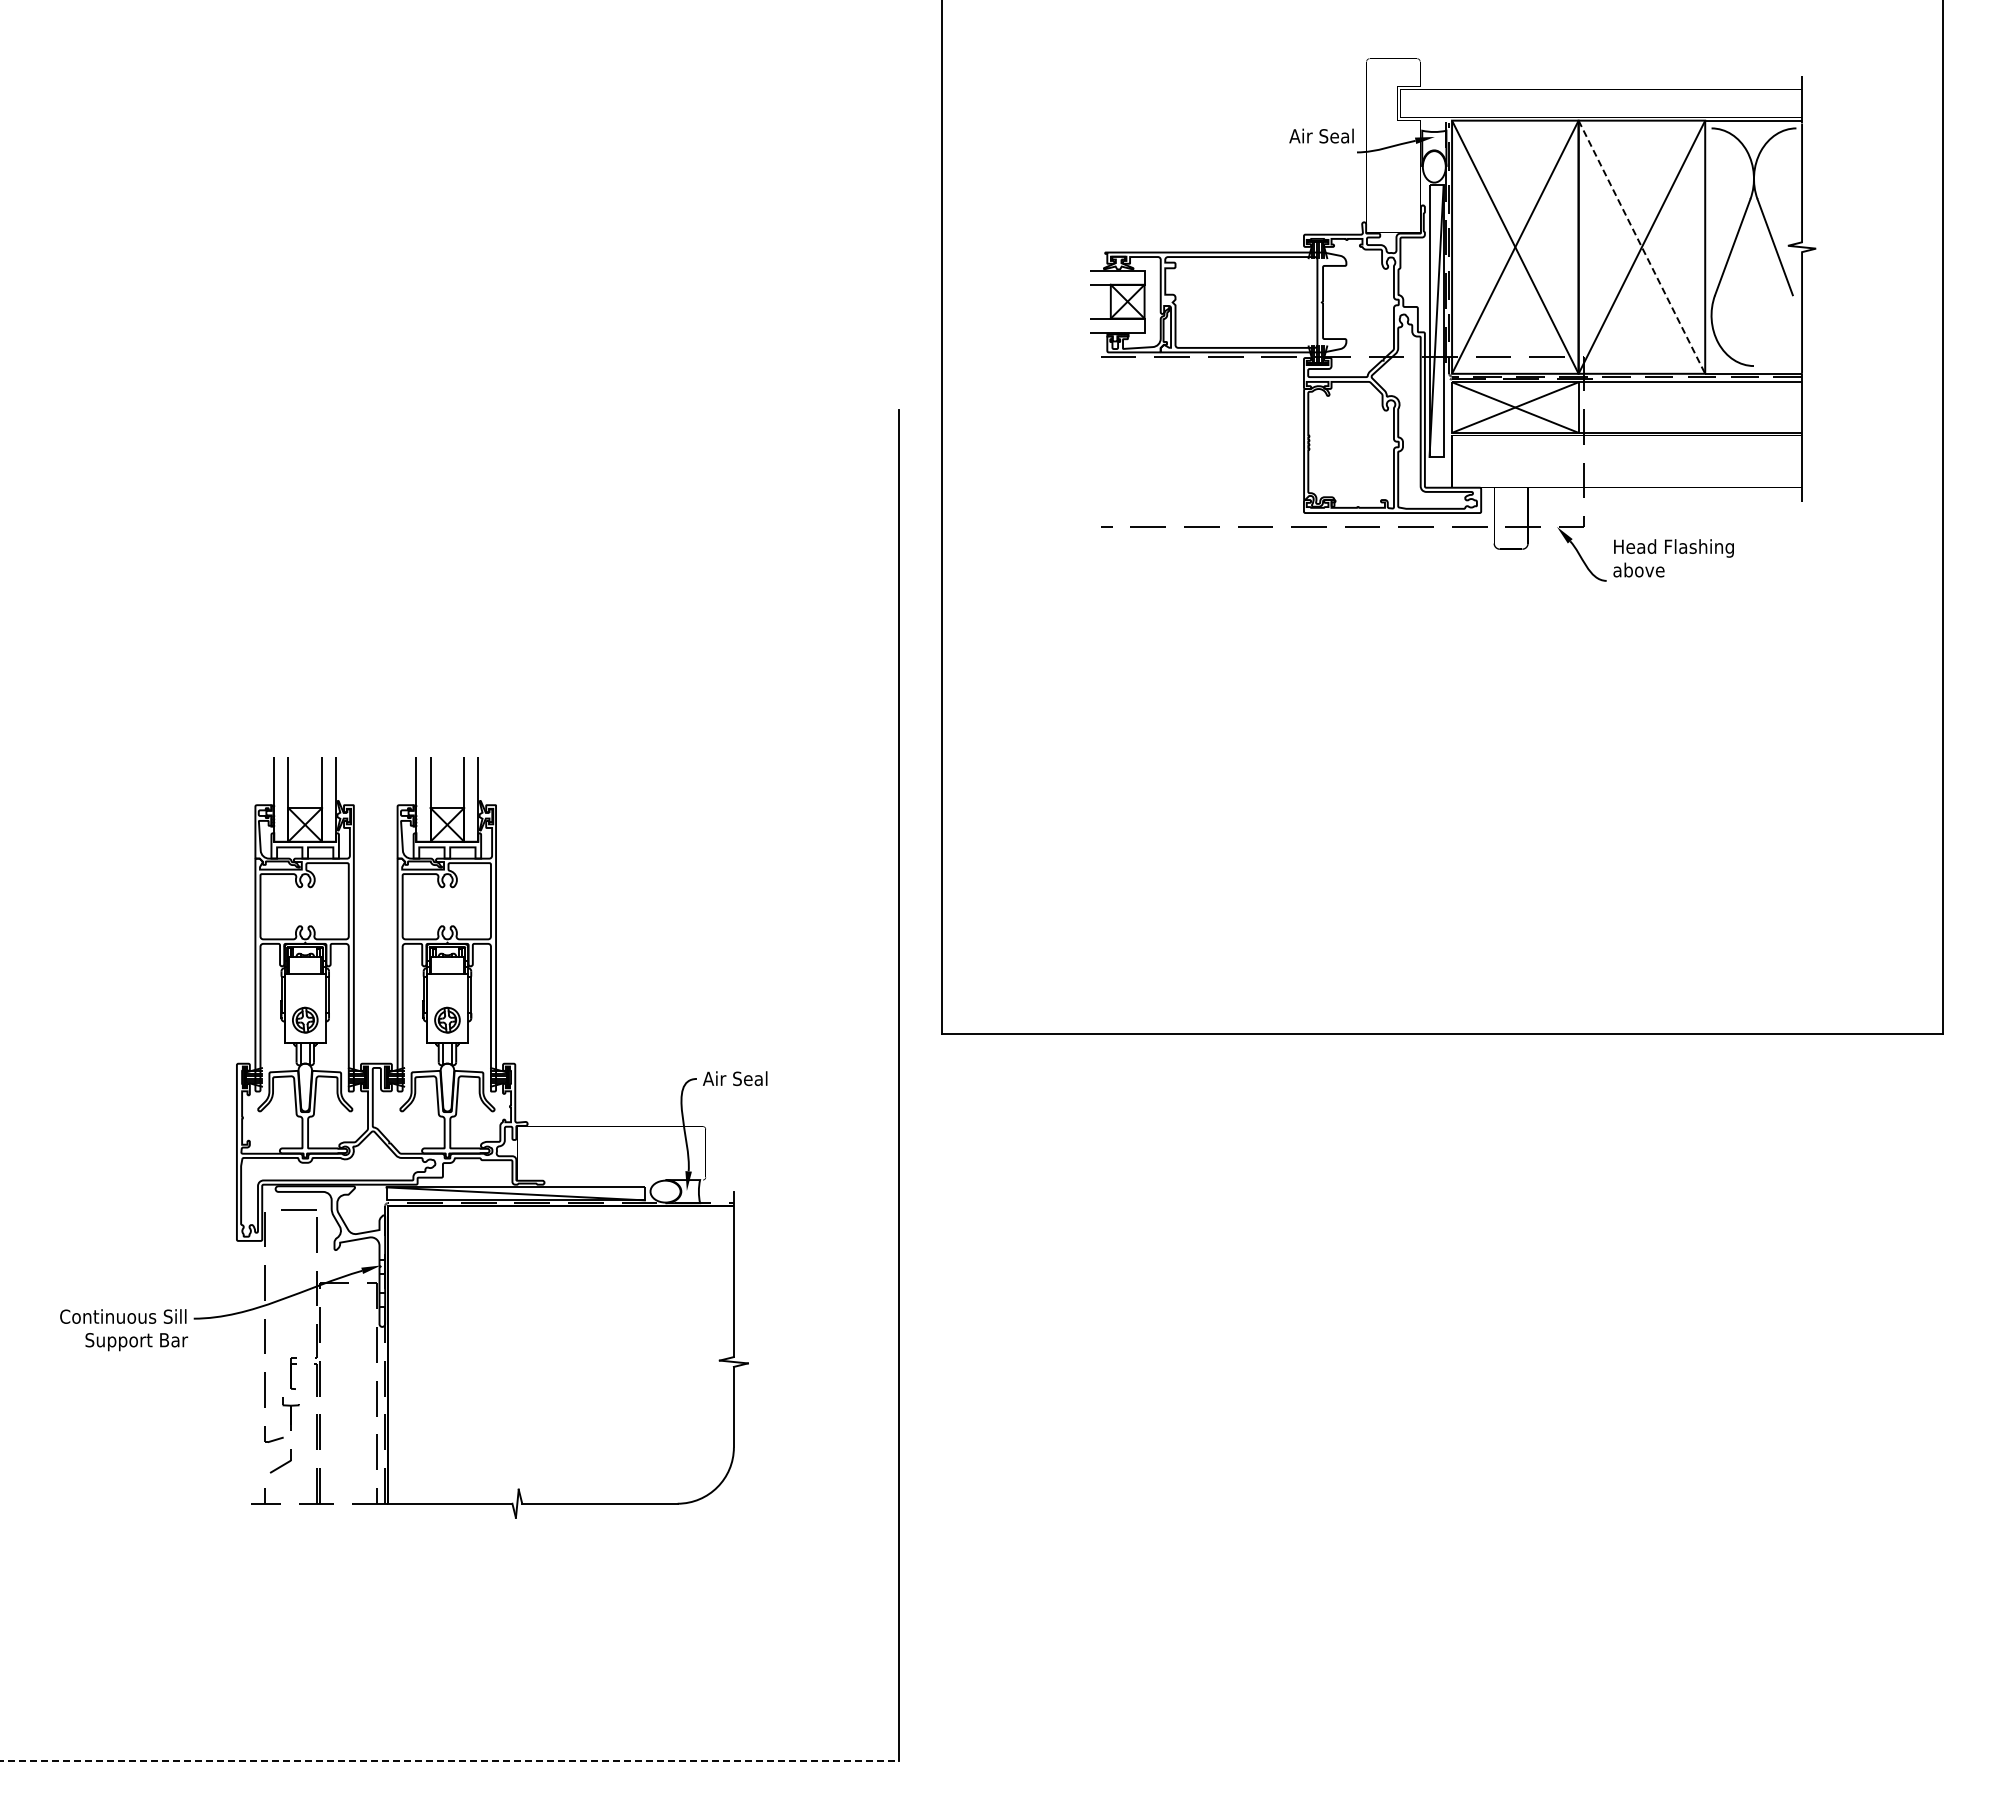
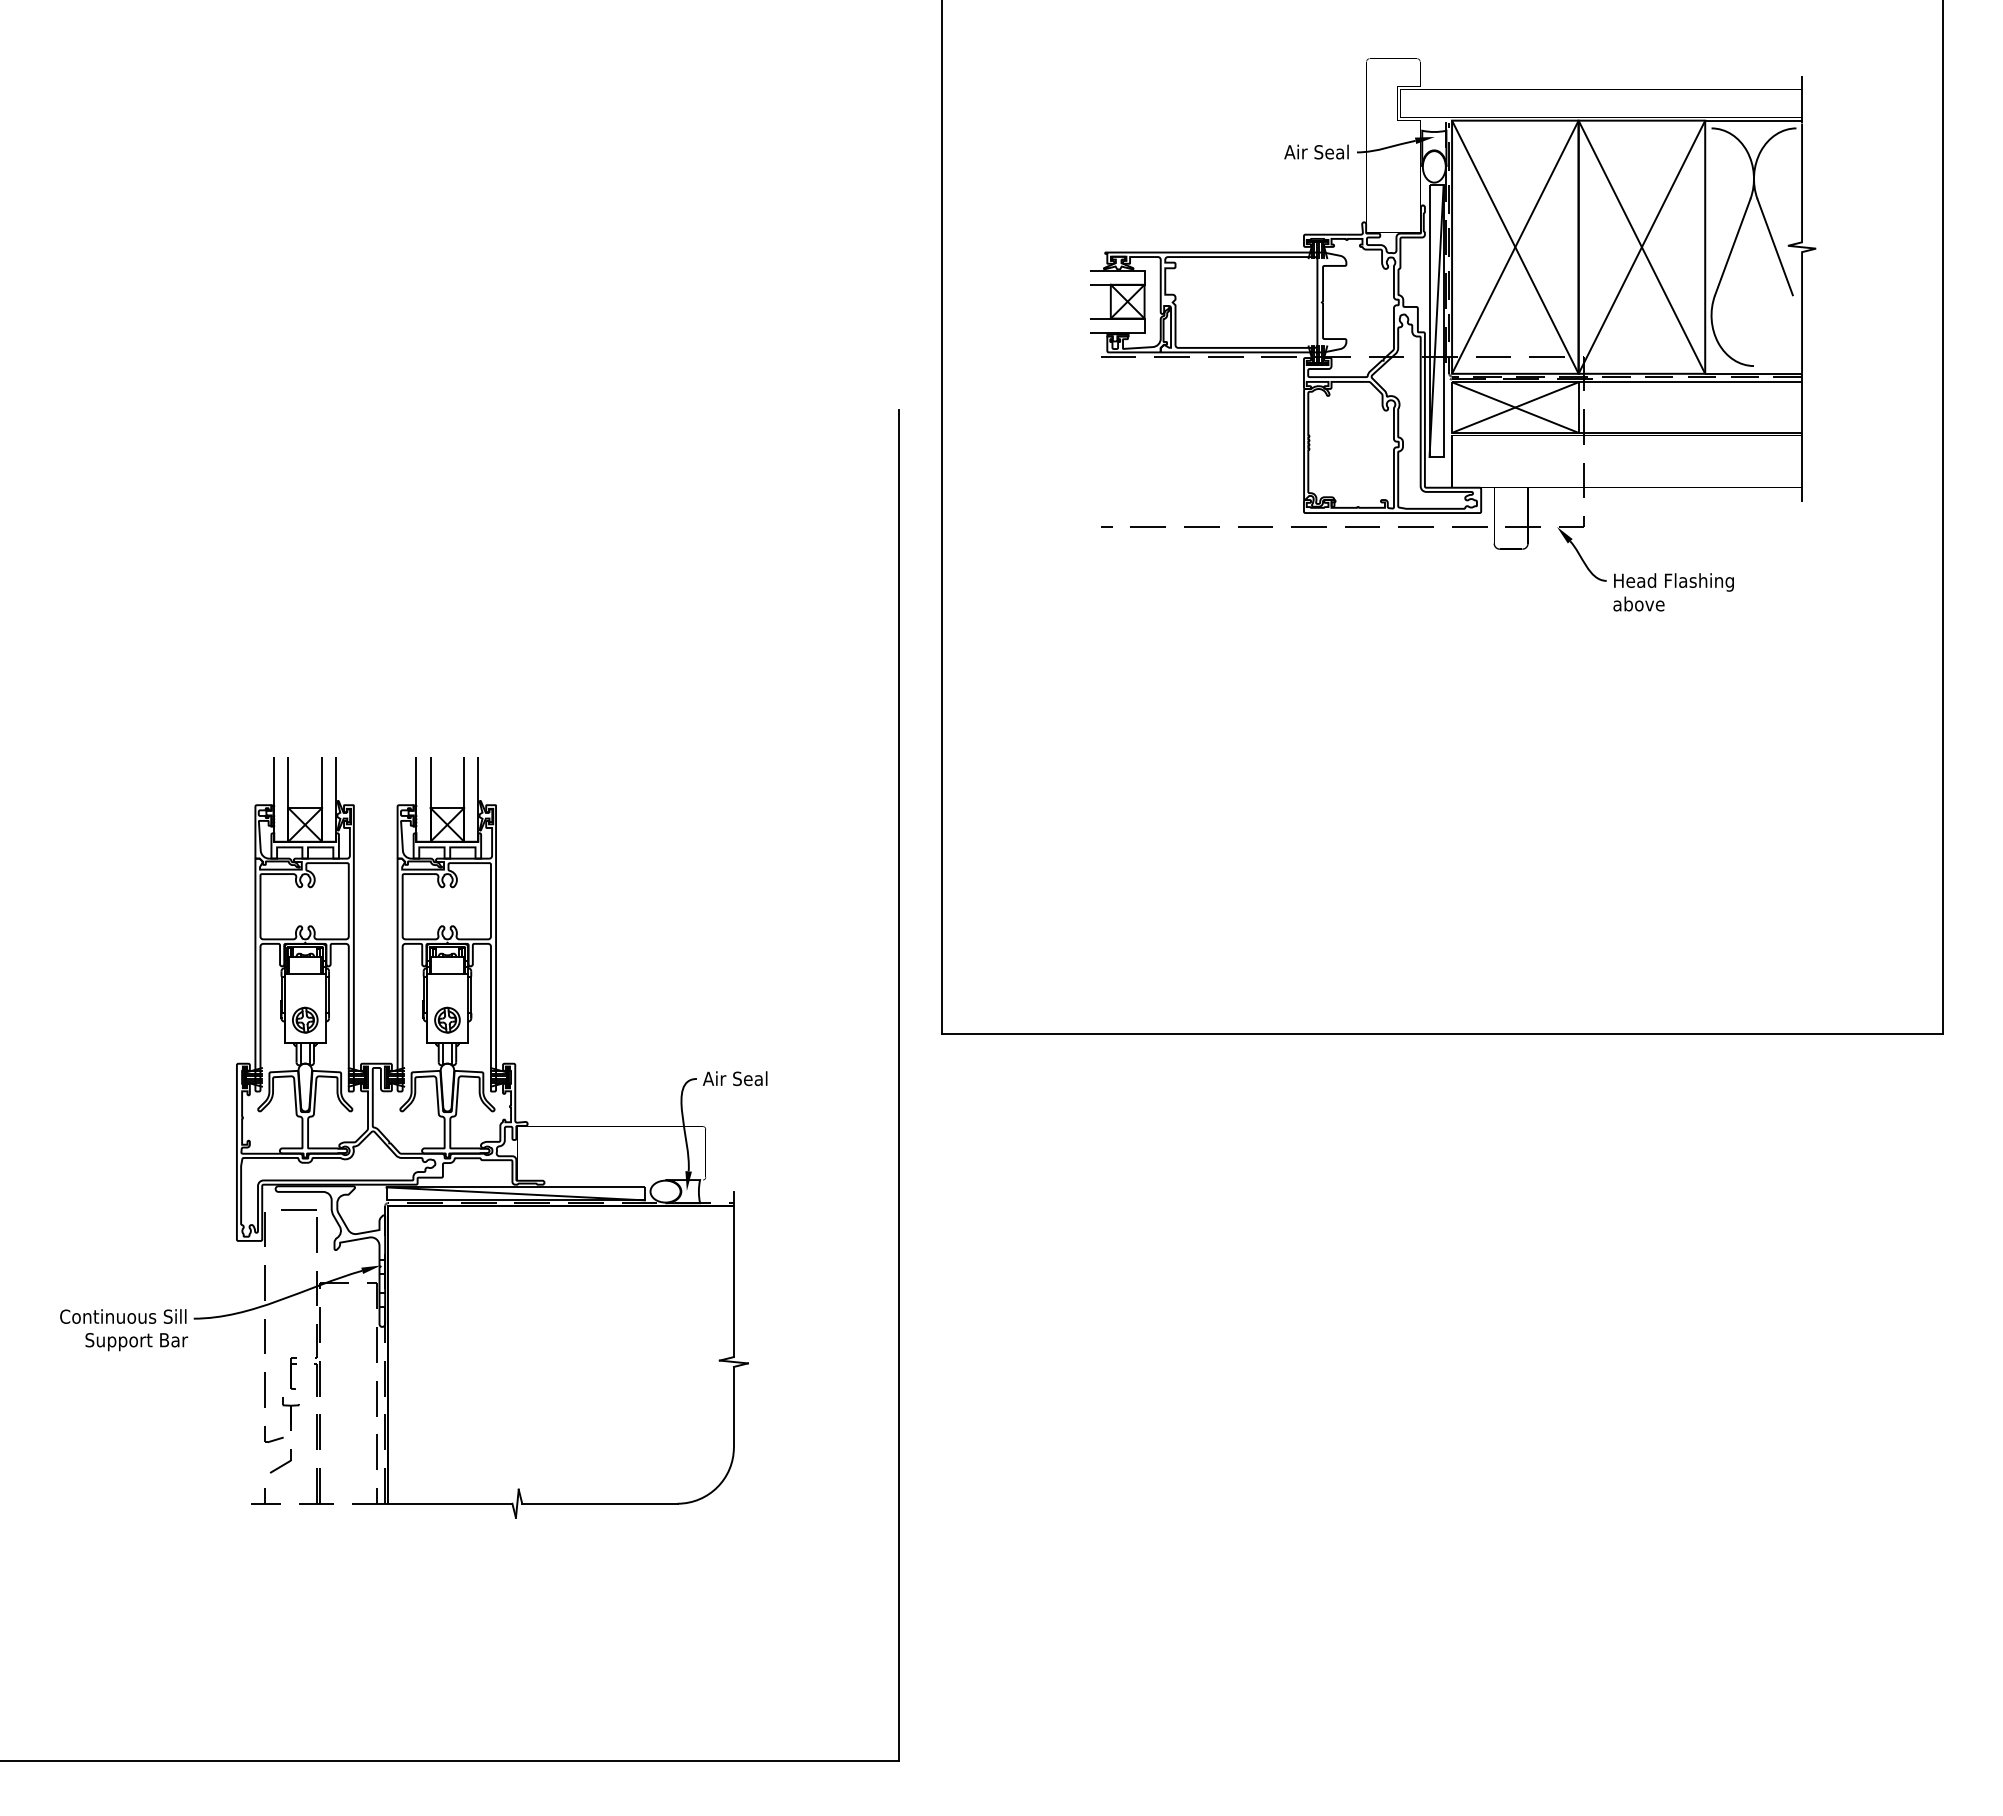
text at (1321, 135) position: (1321, 135) -> (1316, 151)
line at (1641, 247): dashed -> solid
text at (1673, 558) position: (1673, 558) -> (1673, 592)
line at (450, 1761): dashed -> solid
